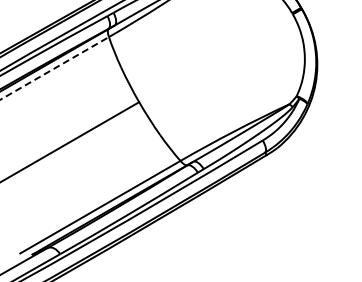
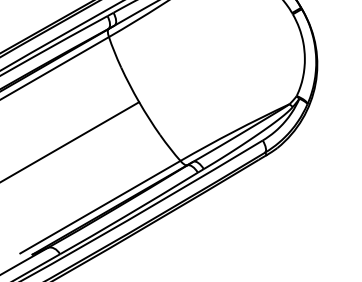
line at (54, 68): dashed -> solid
